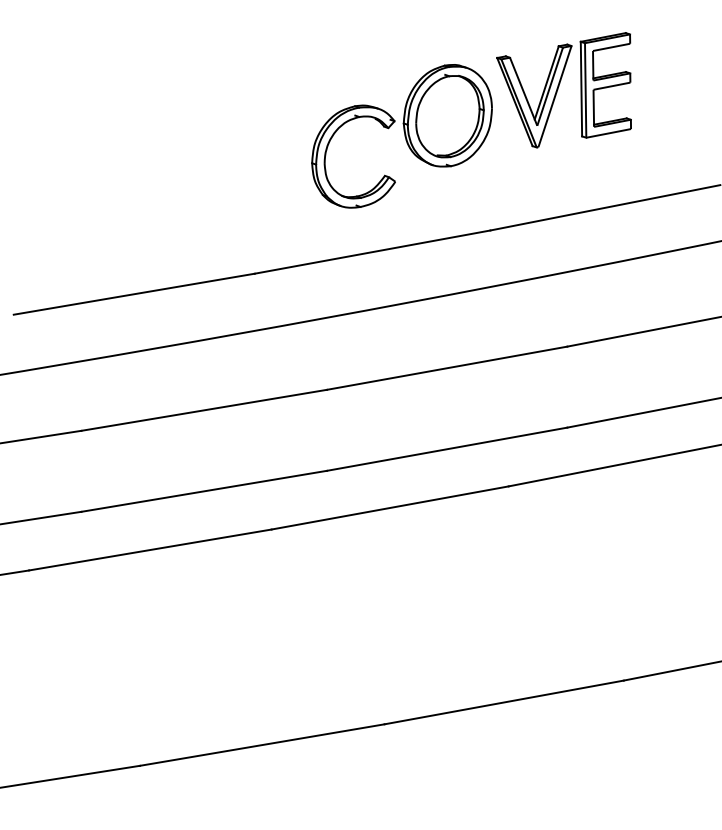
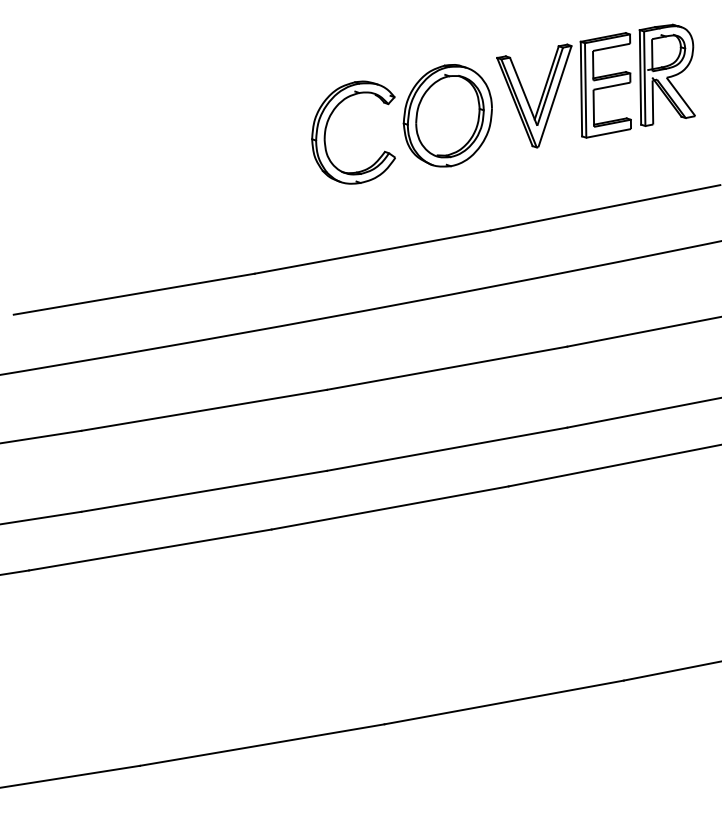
part at (666, 74): none -> present
part at (327, 150) position: (327, 150) -> (327, 126)
